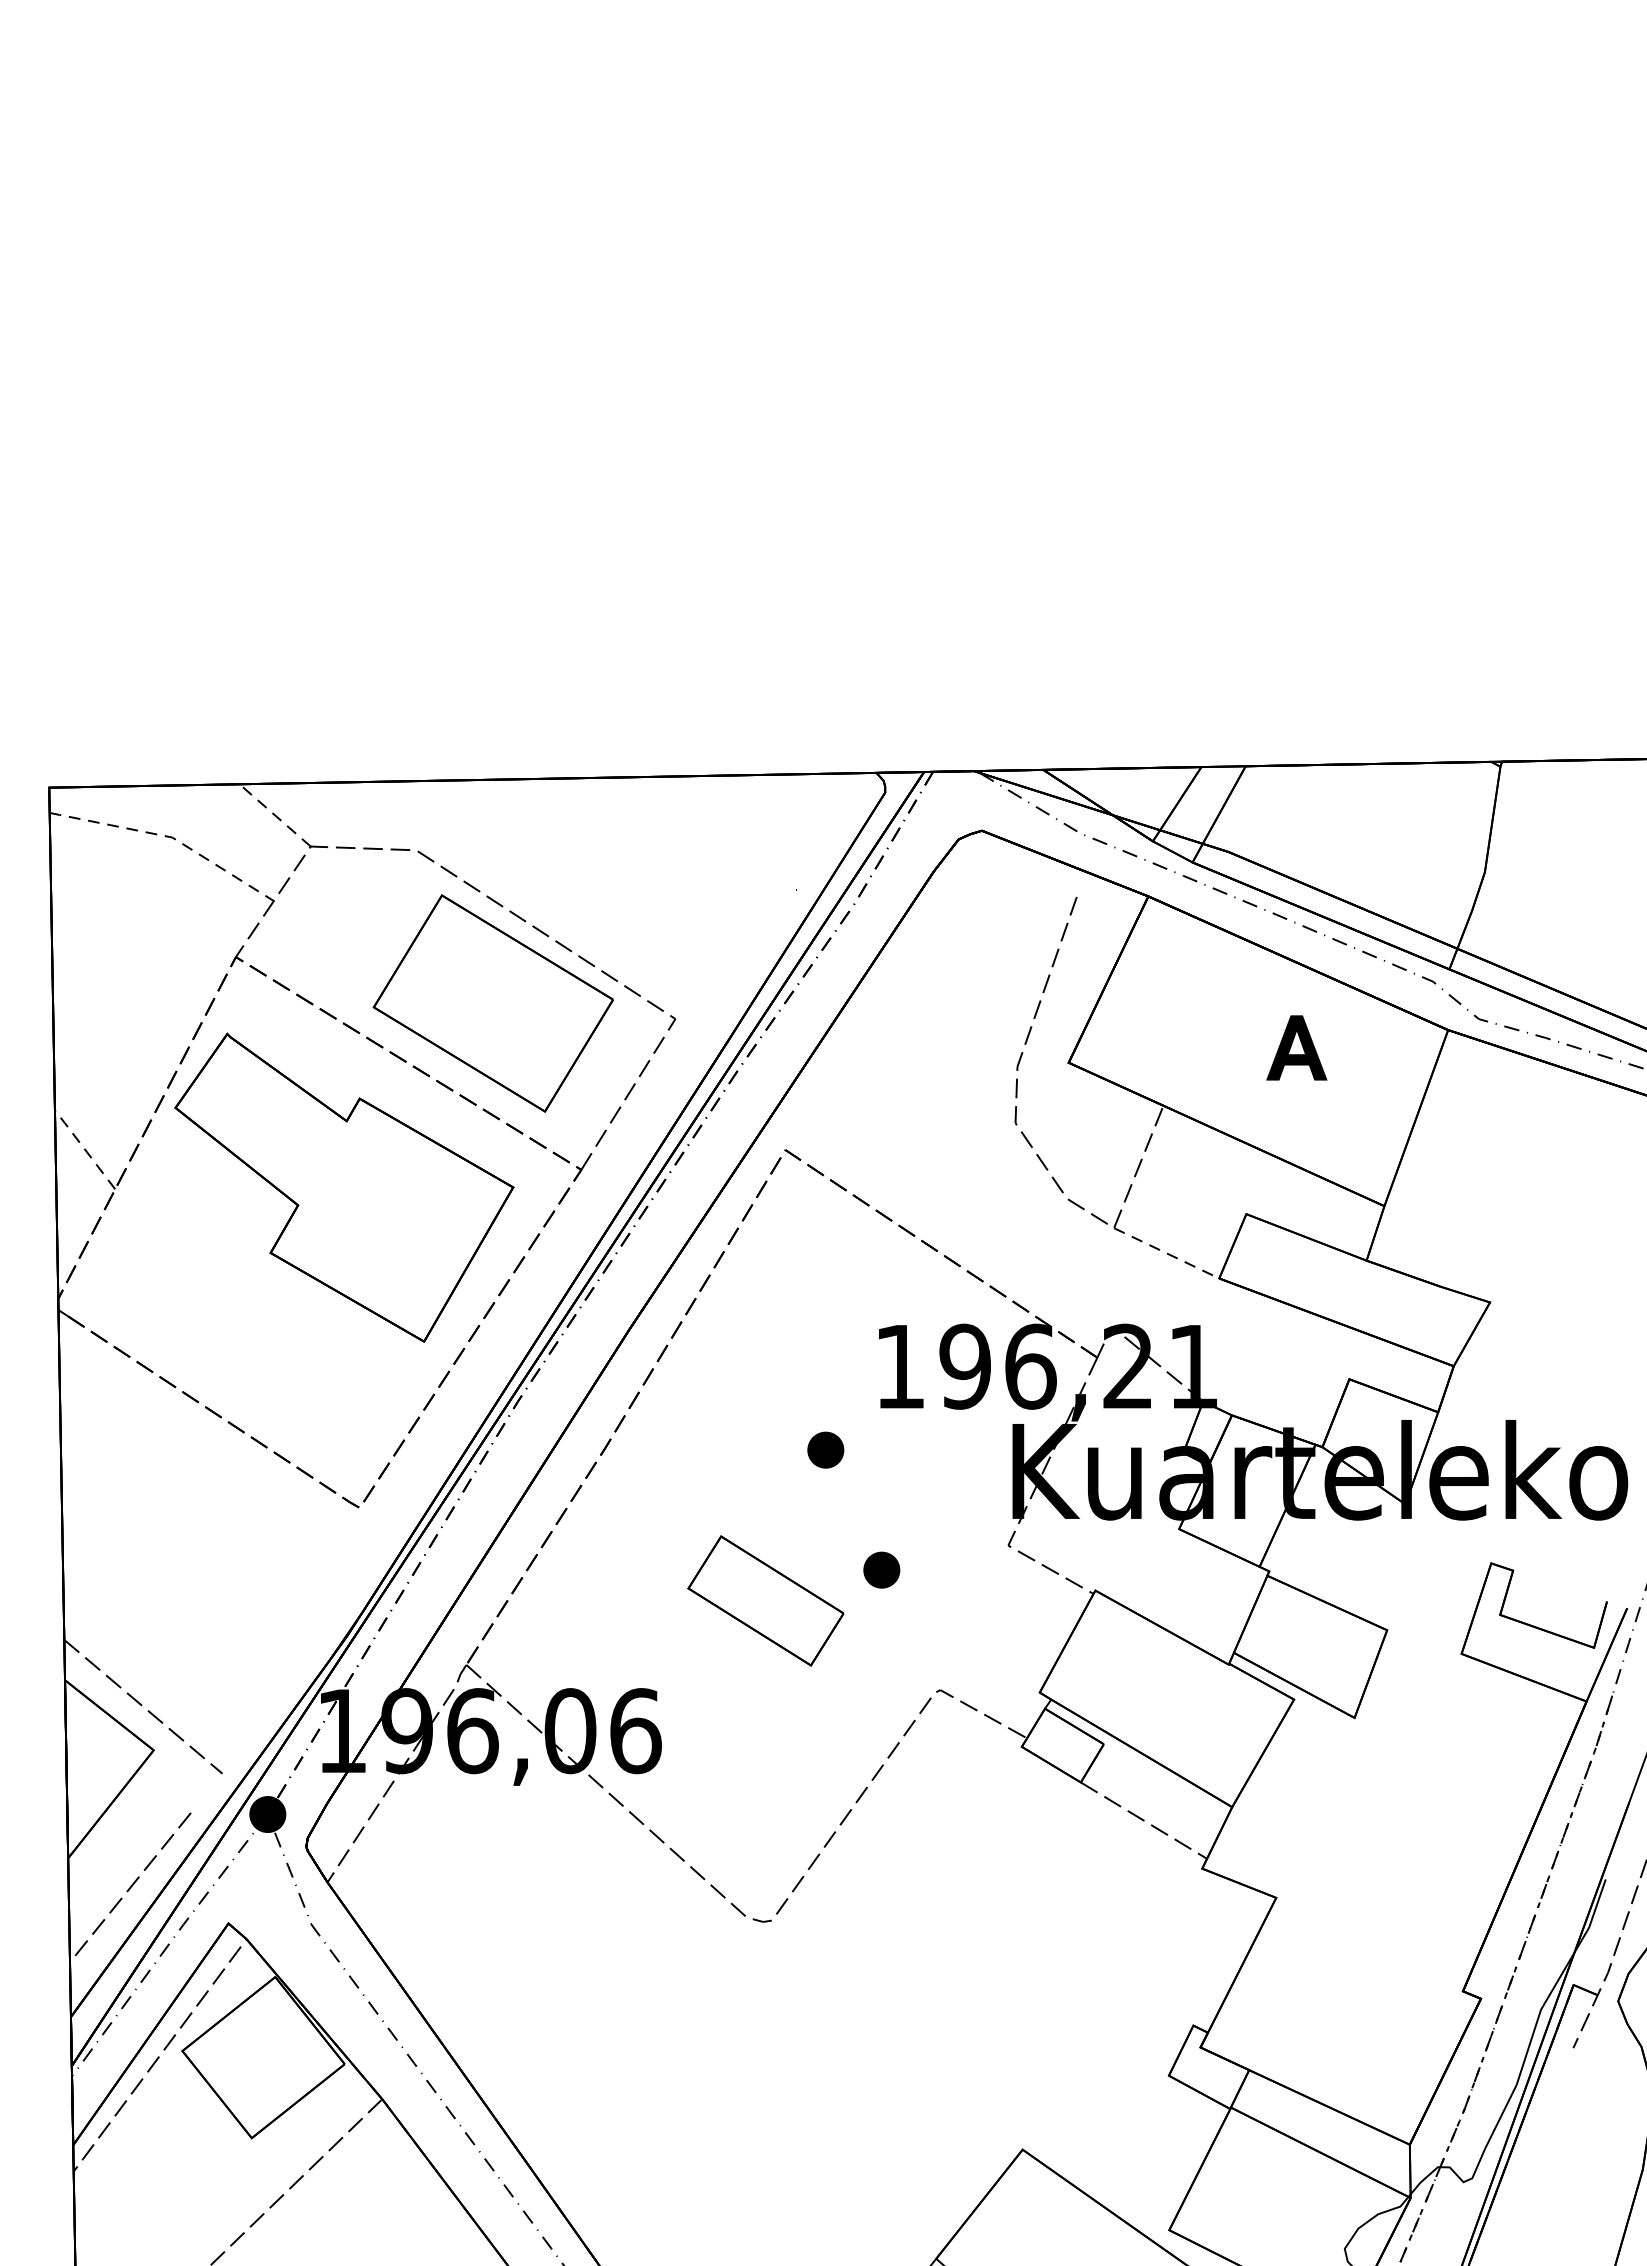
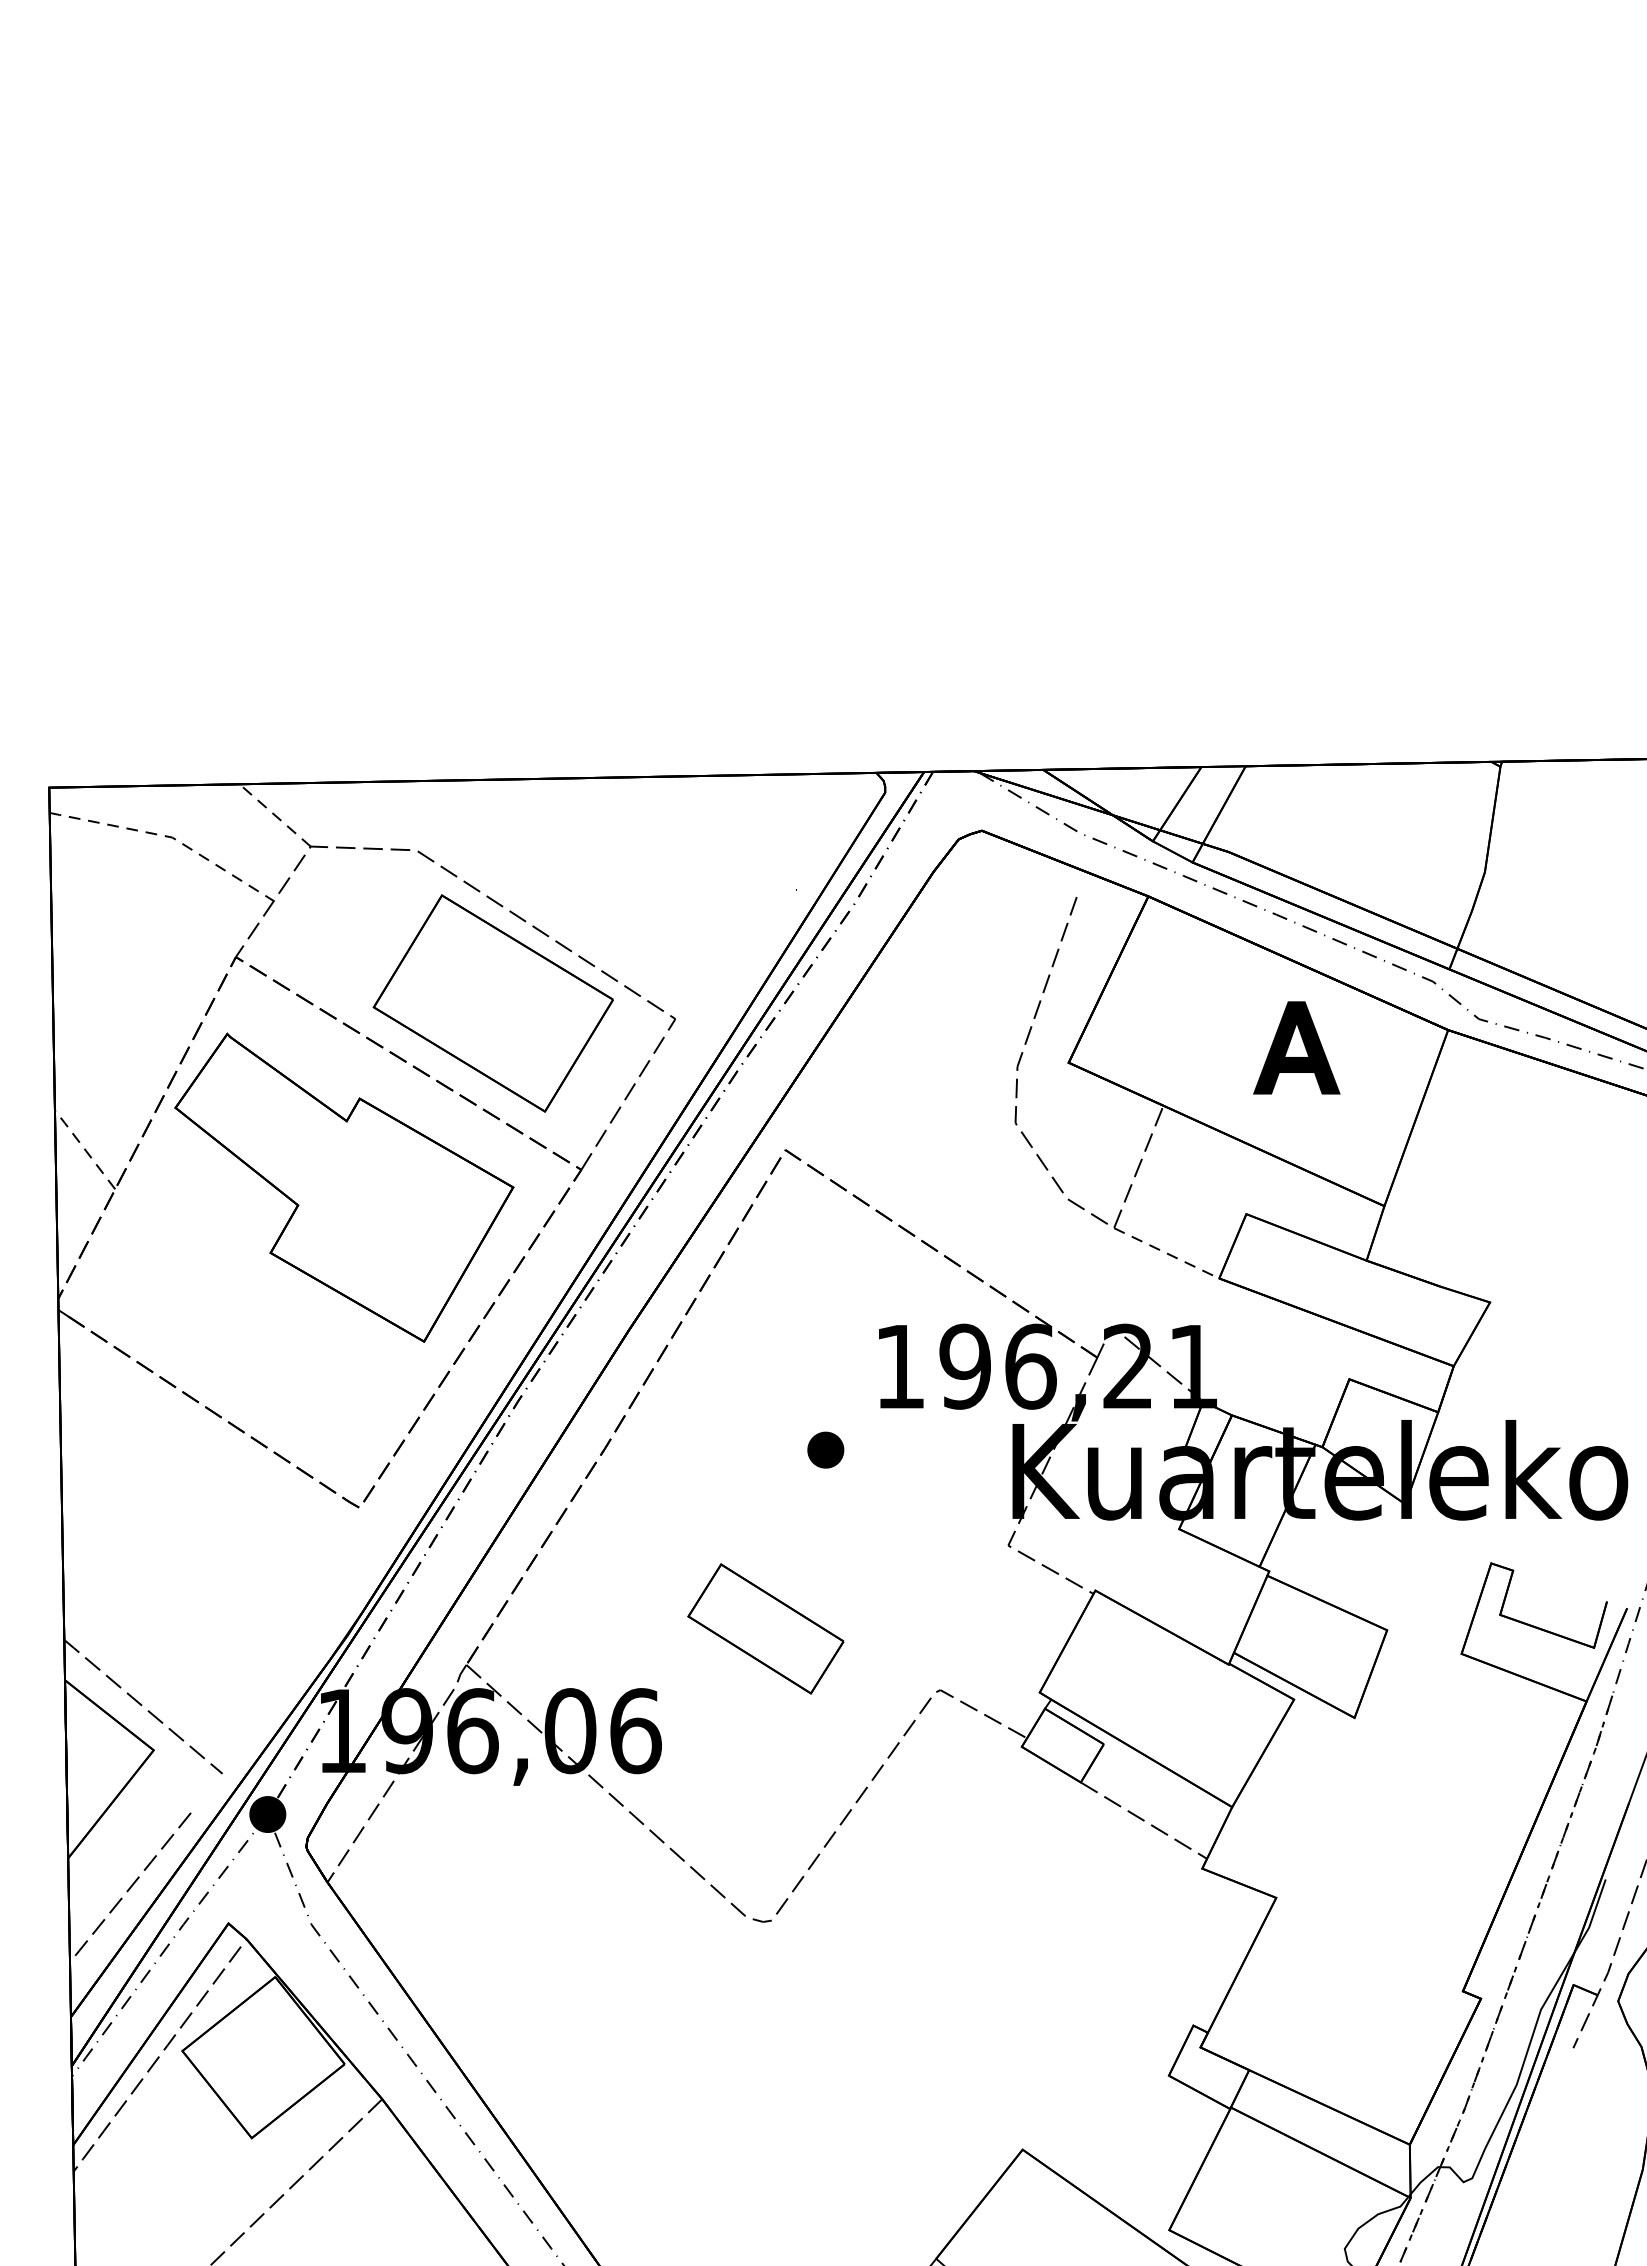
part at (1296, 1047) size: 62x66 px -> 88x94 px
part at (881, 1569): present -> none
part at (765, 1600) position: (765, 1600) -> (765, 1628)
